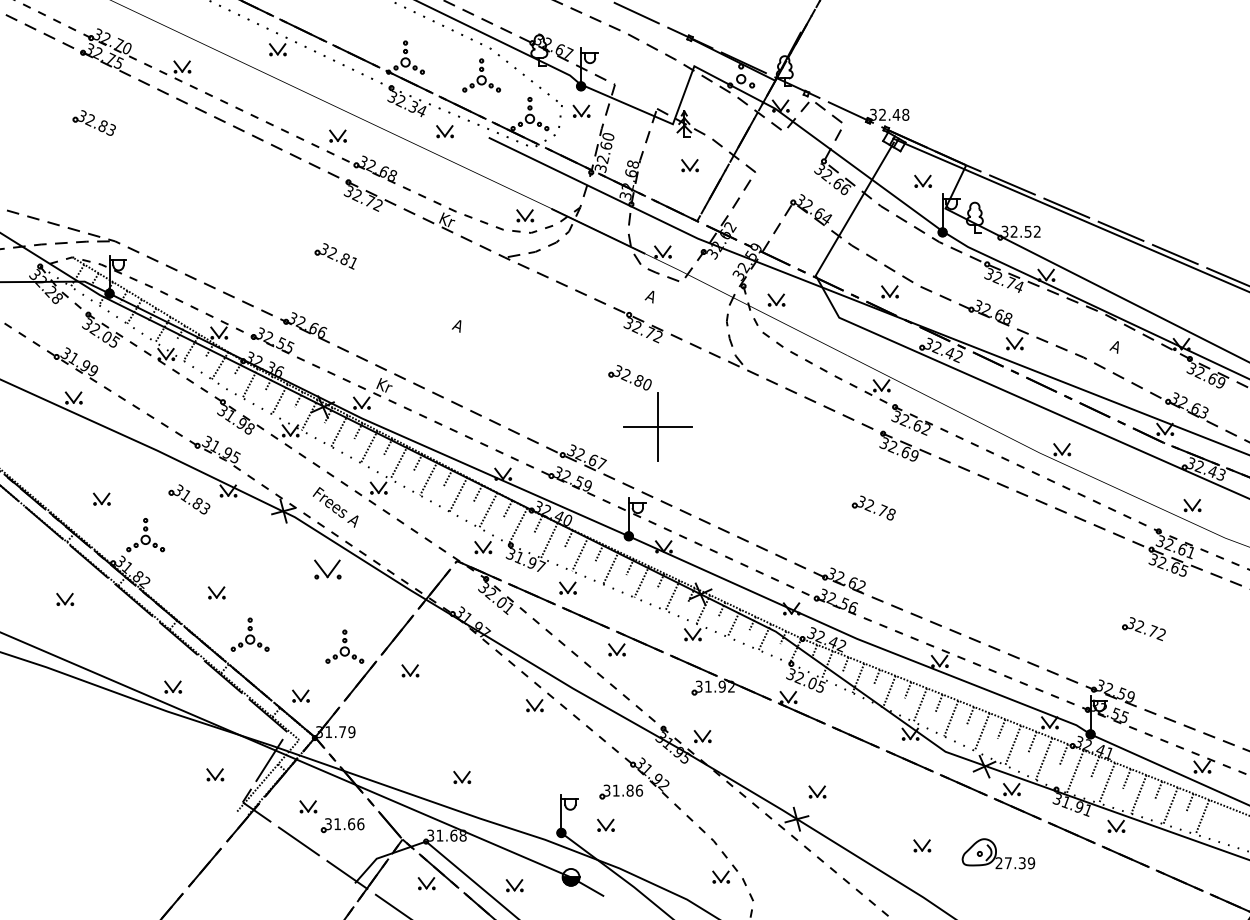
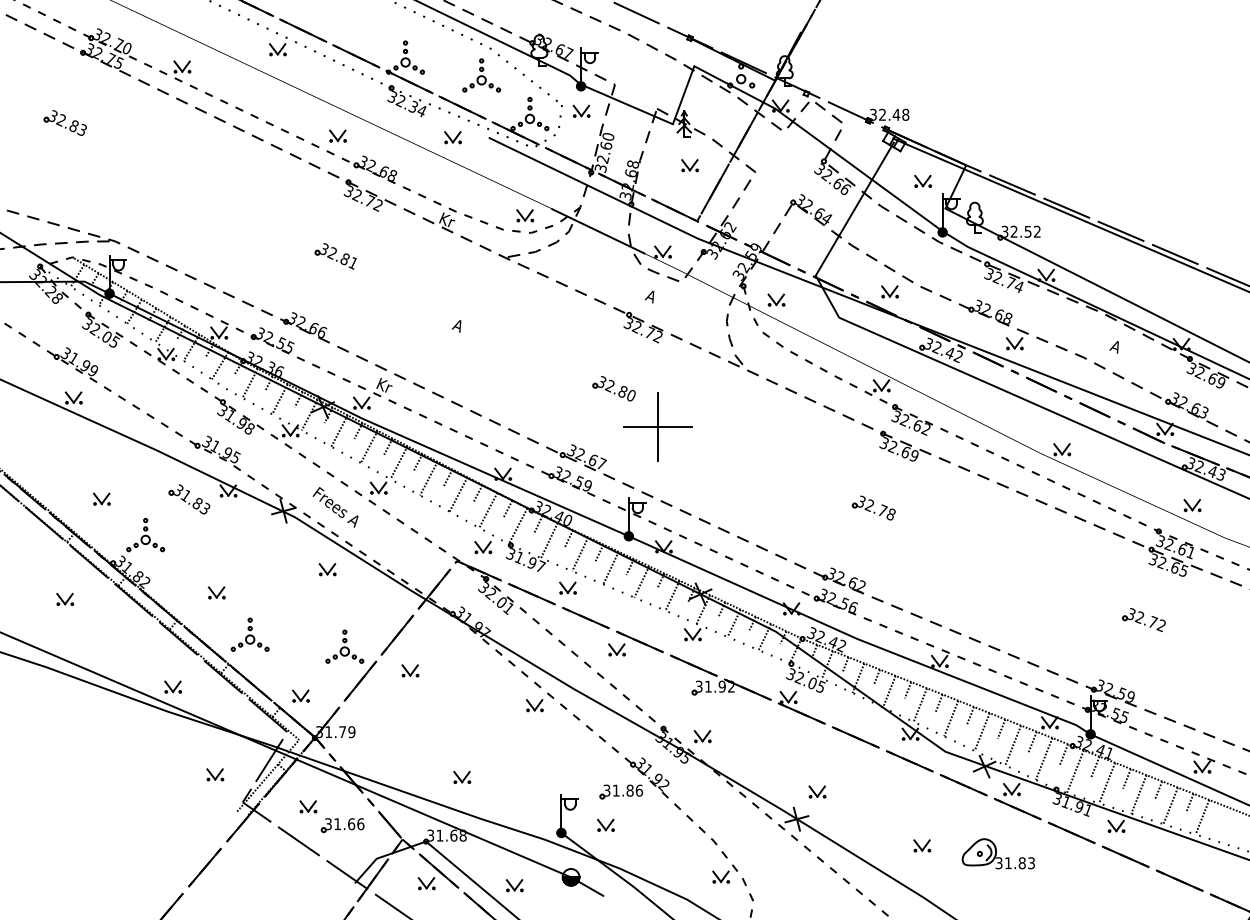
part at (93, 122) position: (93, 122) -> (64, 122)
part at (444, 131) position: (444, 131) -> (452, 137)
part at (629, 377) position: (629, 377) -> (613, 388)
part at (327, 569) size: 28x21 px -> 19x14 px
part at (1143, 629) position: (1143, 629) -> (1143, 620)
text at (1015, 863): 27.39 -> 31.83
